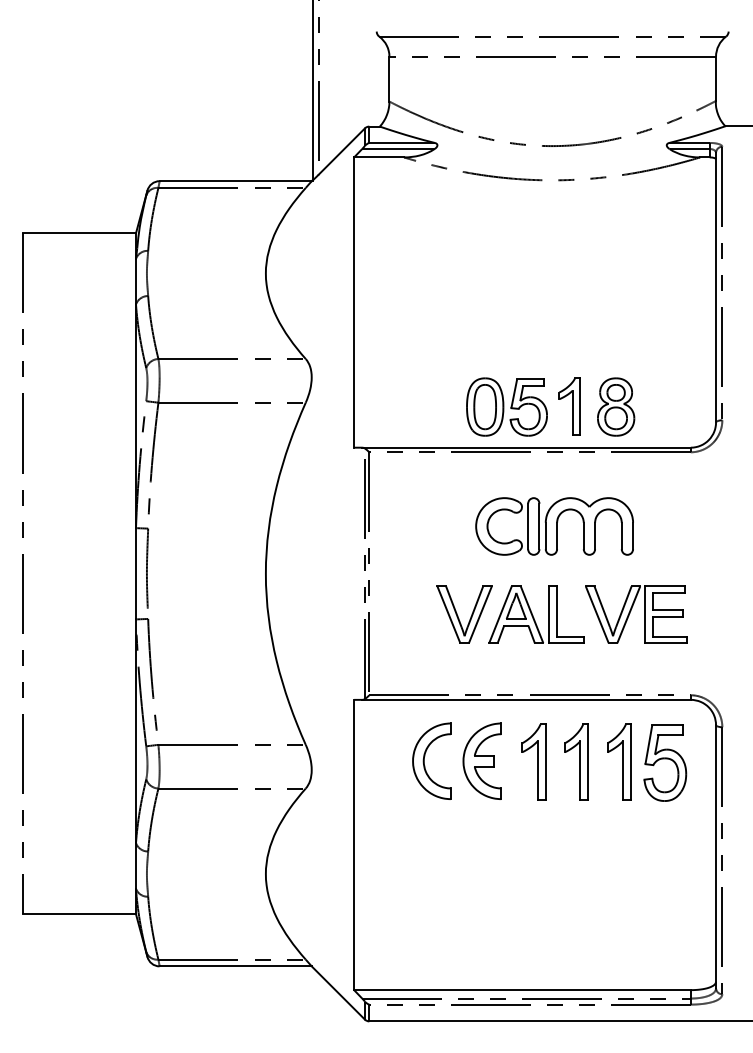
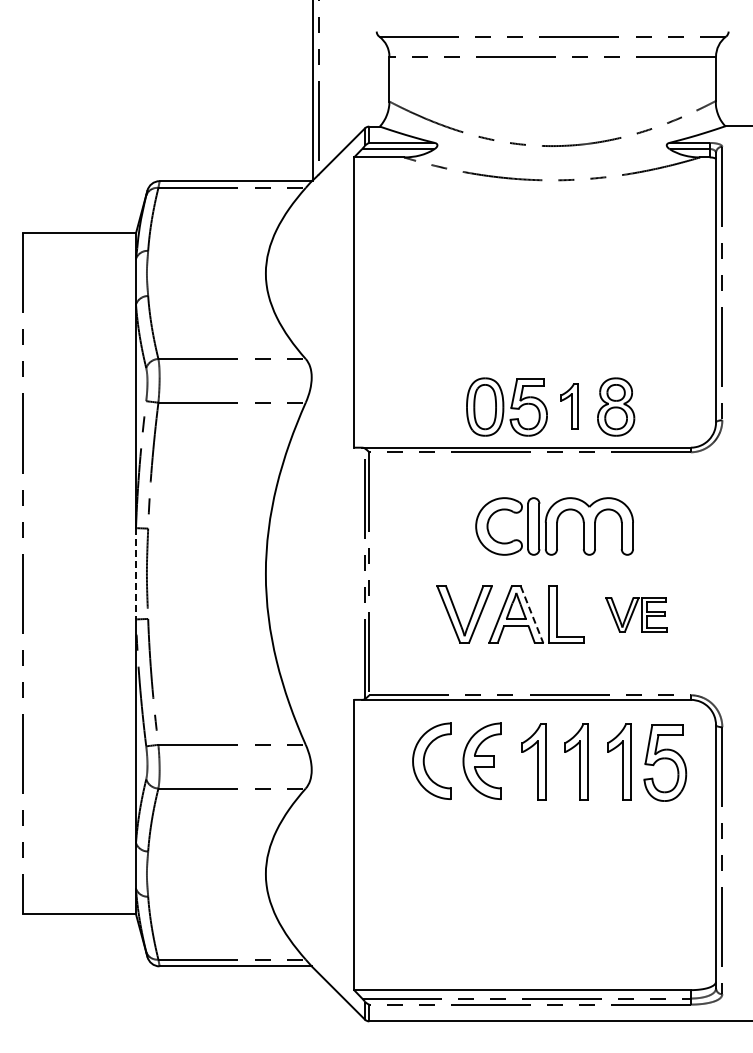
part at (569, 406) size: 23x59 px -> 19x47 px
line at (136, 573): solid -> dashed
part at (636, 614) size: 103x59 px -> 63x36 px
line at (532, 615): solid -> dashed
